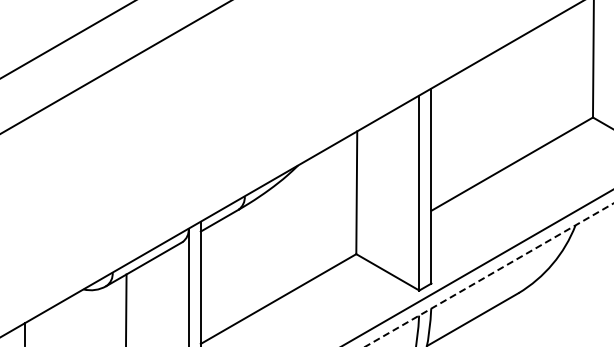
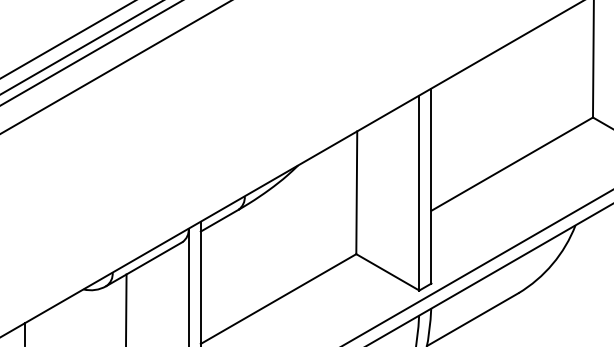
line at (81, 47): none -> present
line at (90, 53): none -> present
line at (488, 275): dashed -> solid
